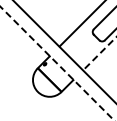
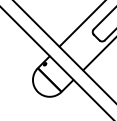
line at (99, 53): dashed -> solid
line at (57, 63): dashed -> solid
